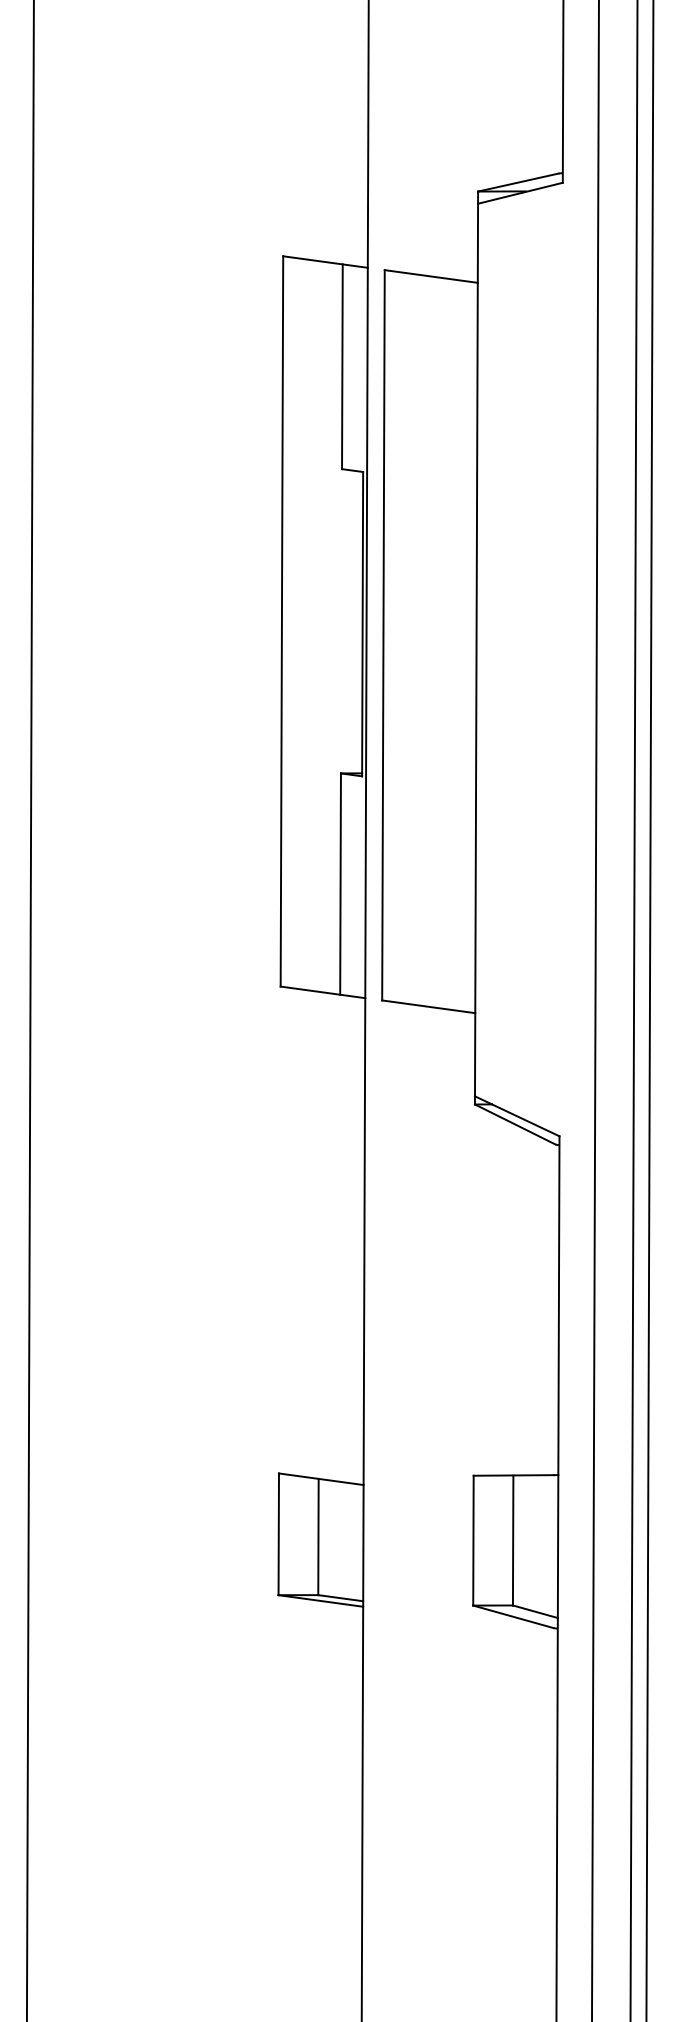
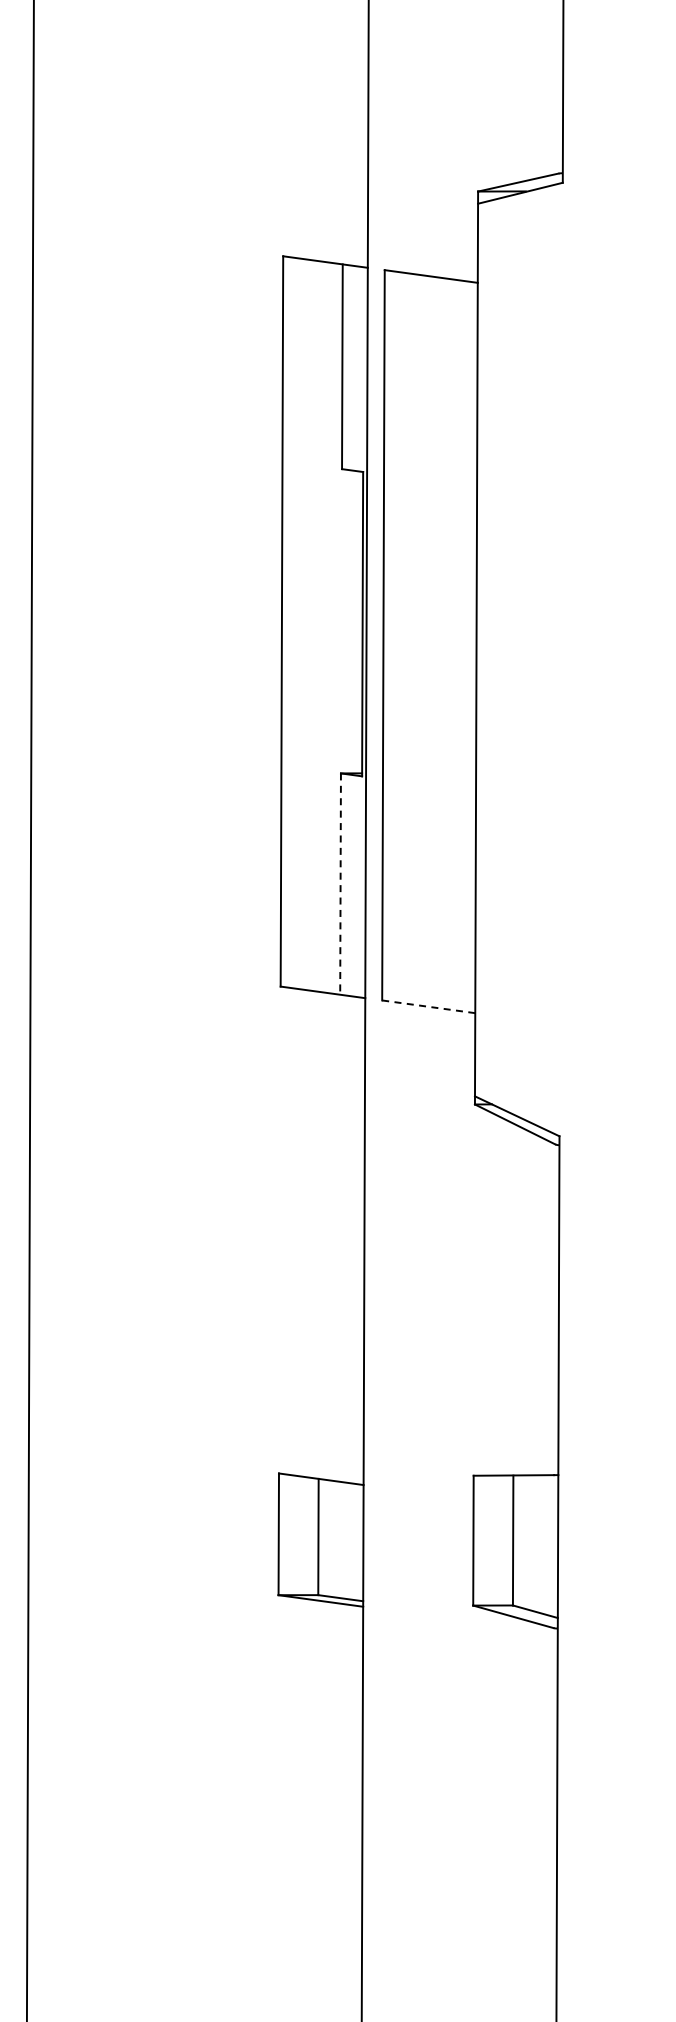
line at (340, 884): solid -> dashed
line at (428, 1006): solid -> dashed
line at (595, 1010): present -> none
line at (633, 1010): present -> none
line at (649, 1010): present -> none
